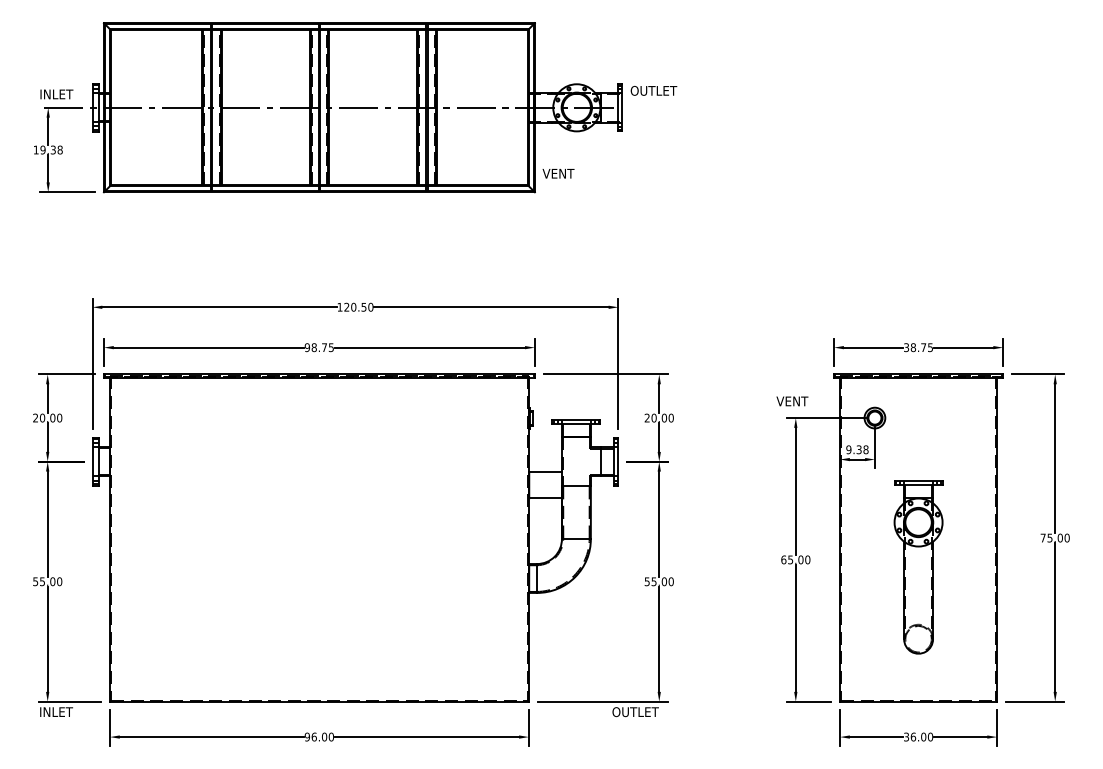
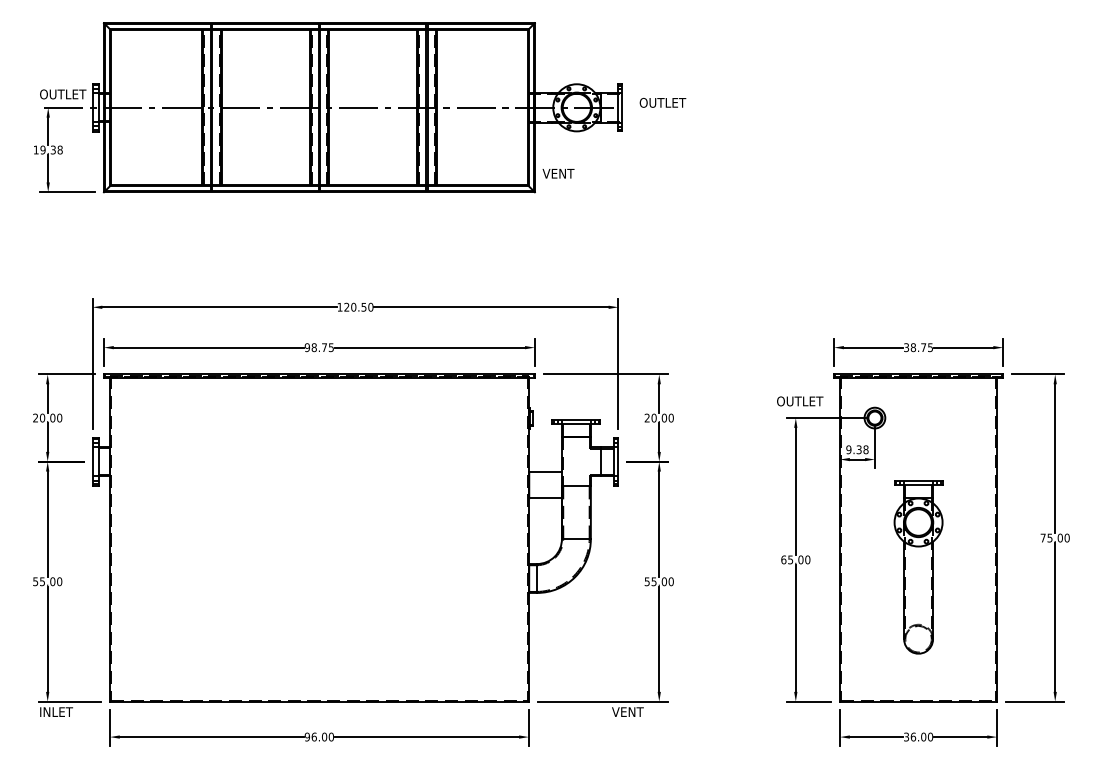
text at (653, 90) position: (653, 90) -> (662, 102)
text at (63, 94): INLET -> OUTLET
text at (799, 401): VENT -> OUTLET
text at (635, 712): OUTLET -> VENT
